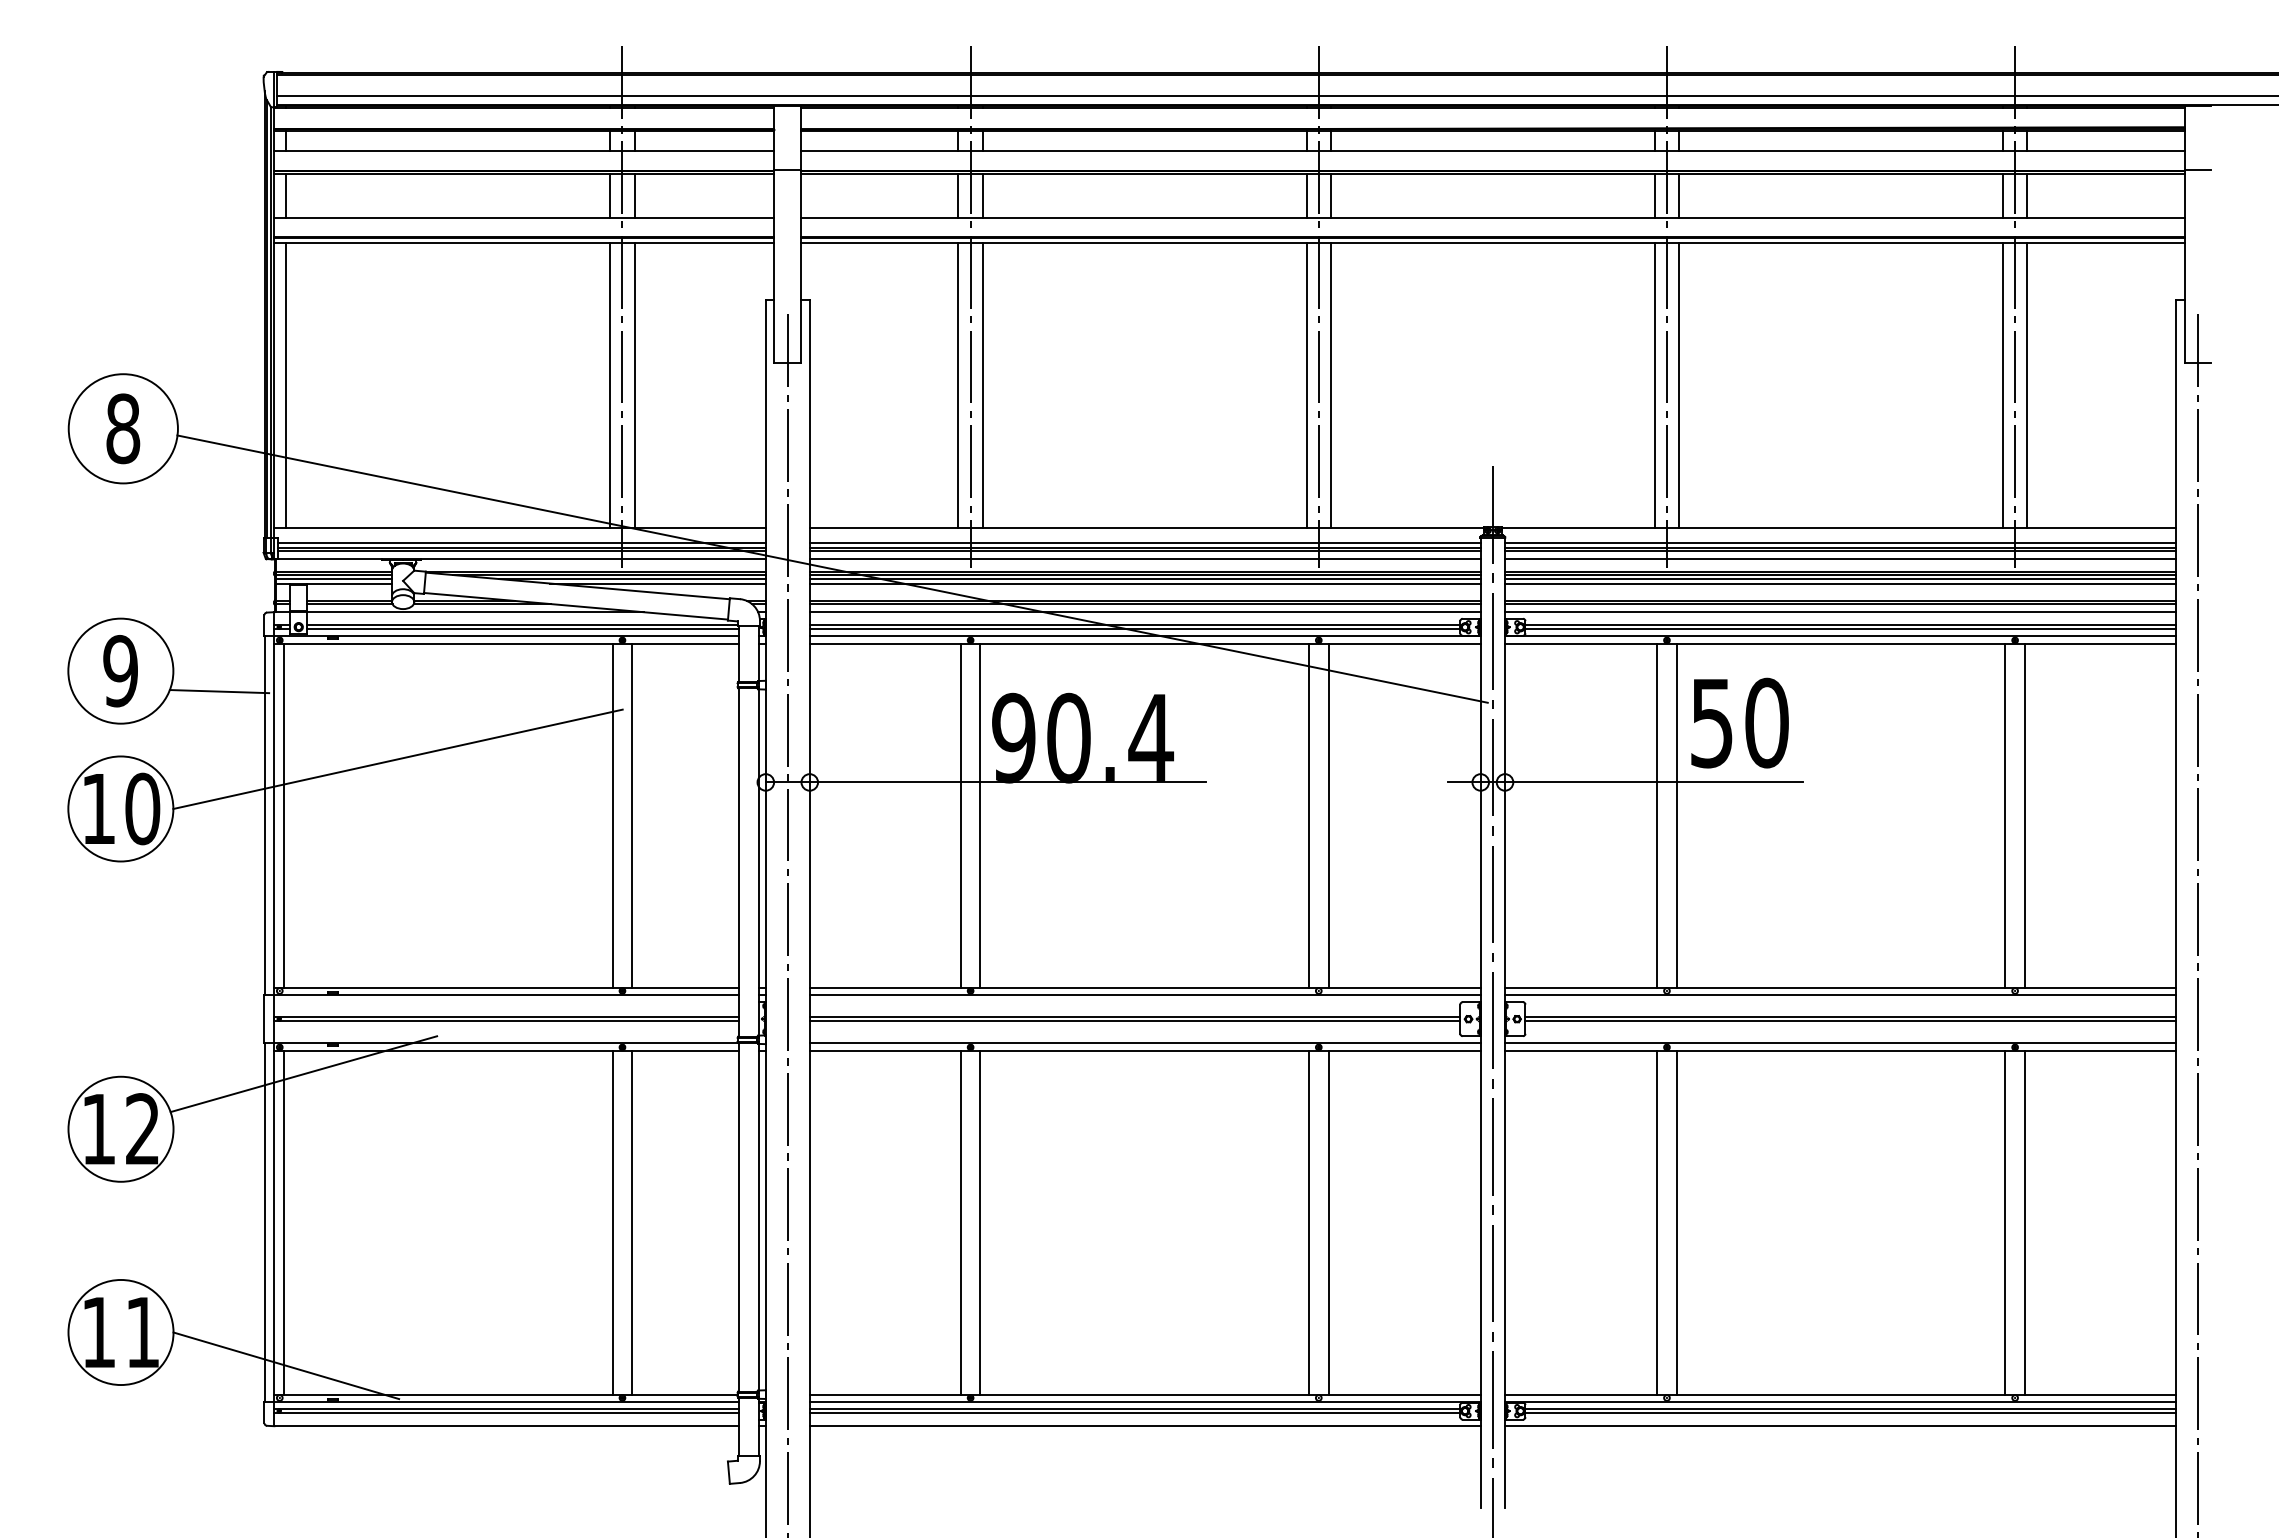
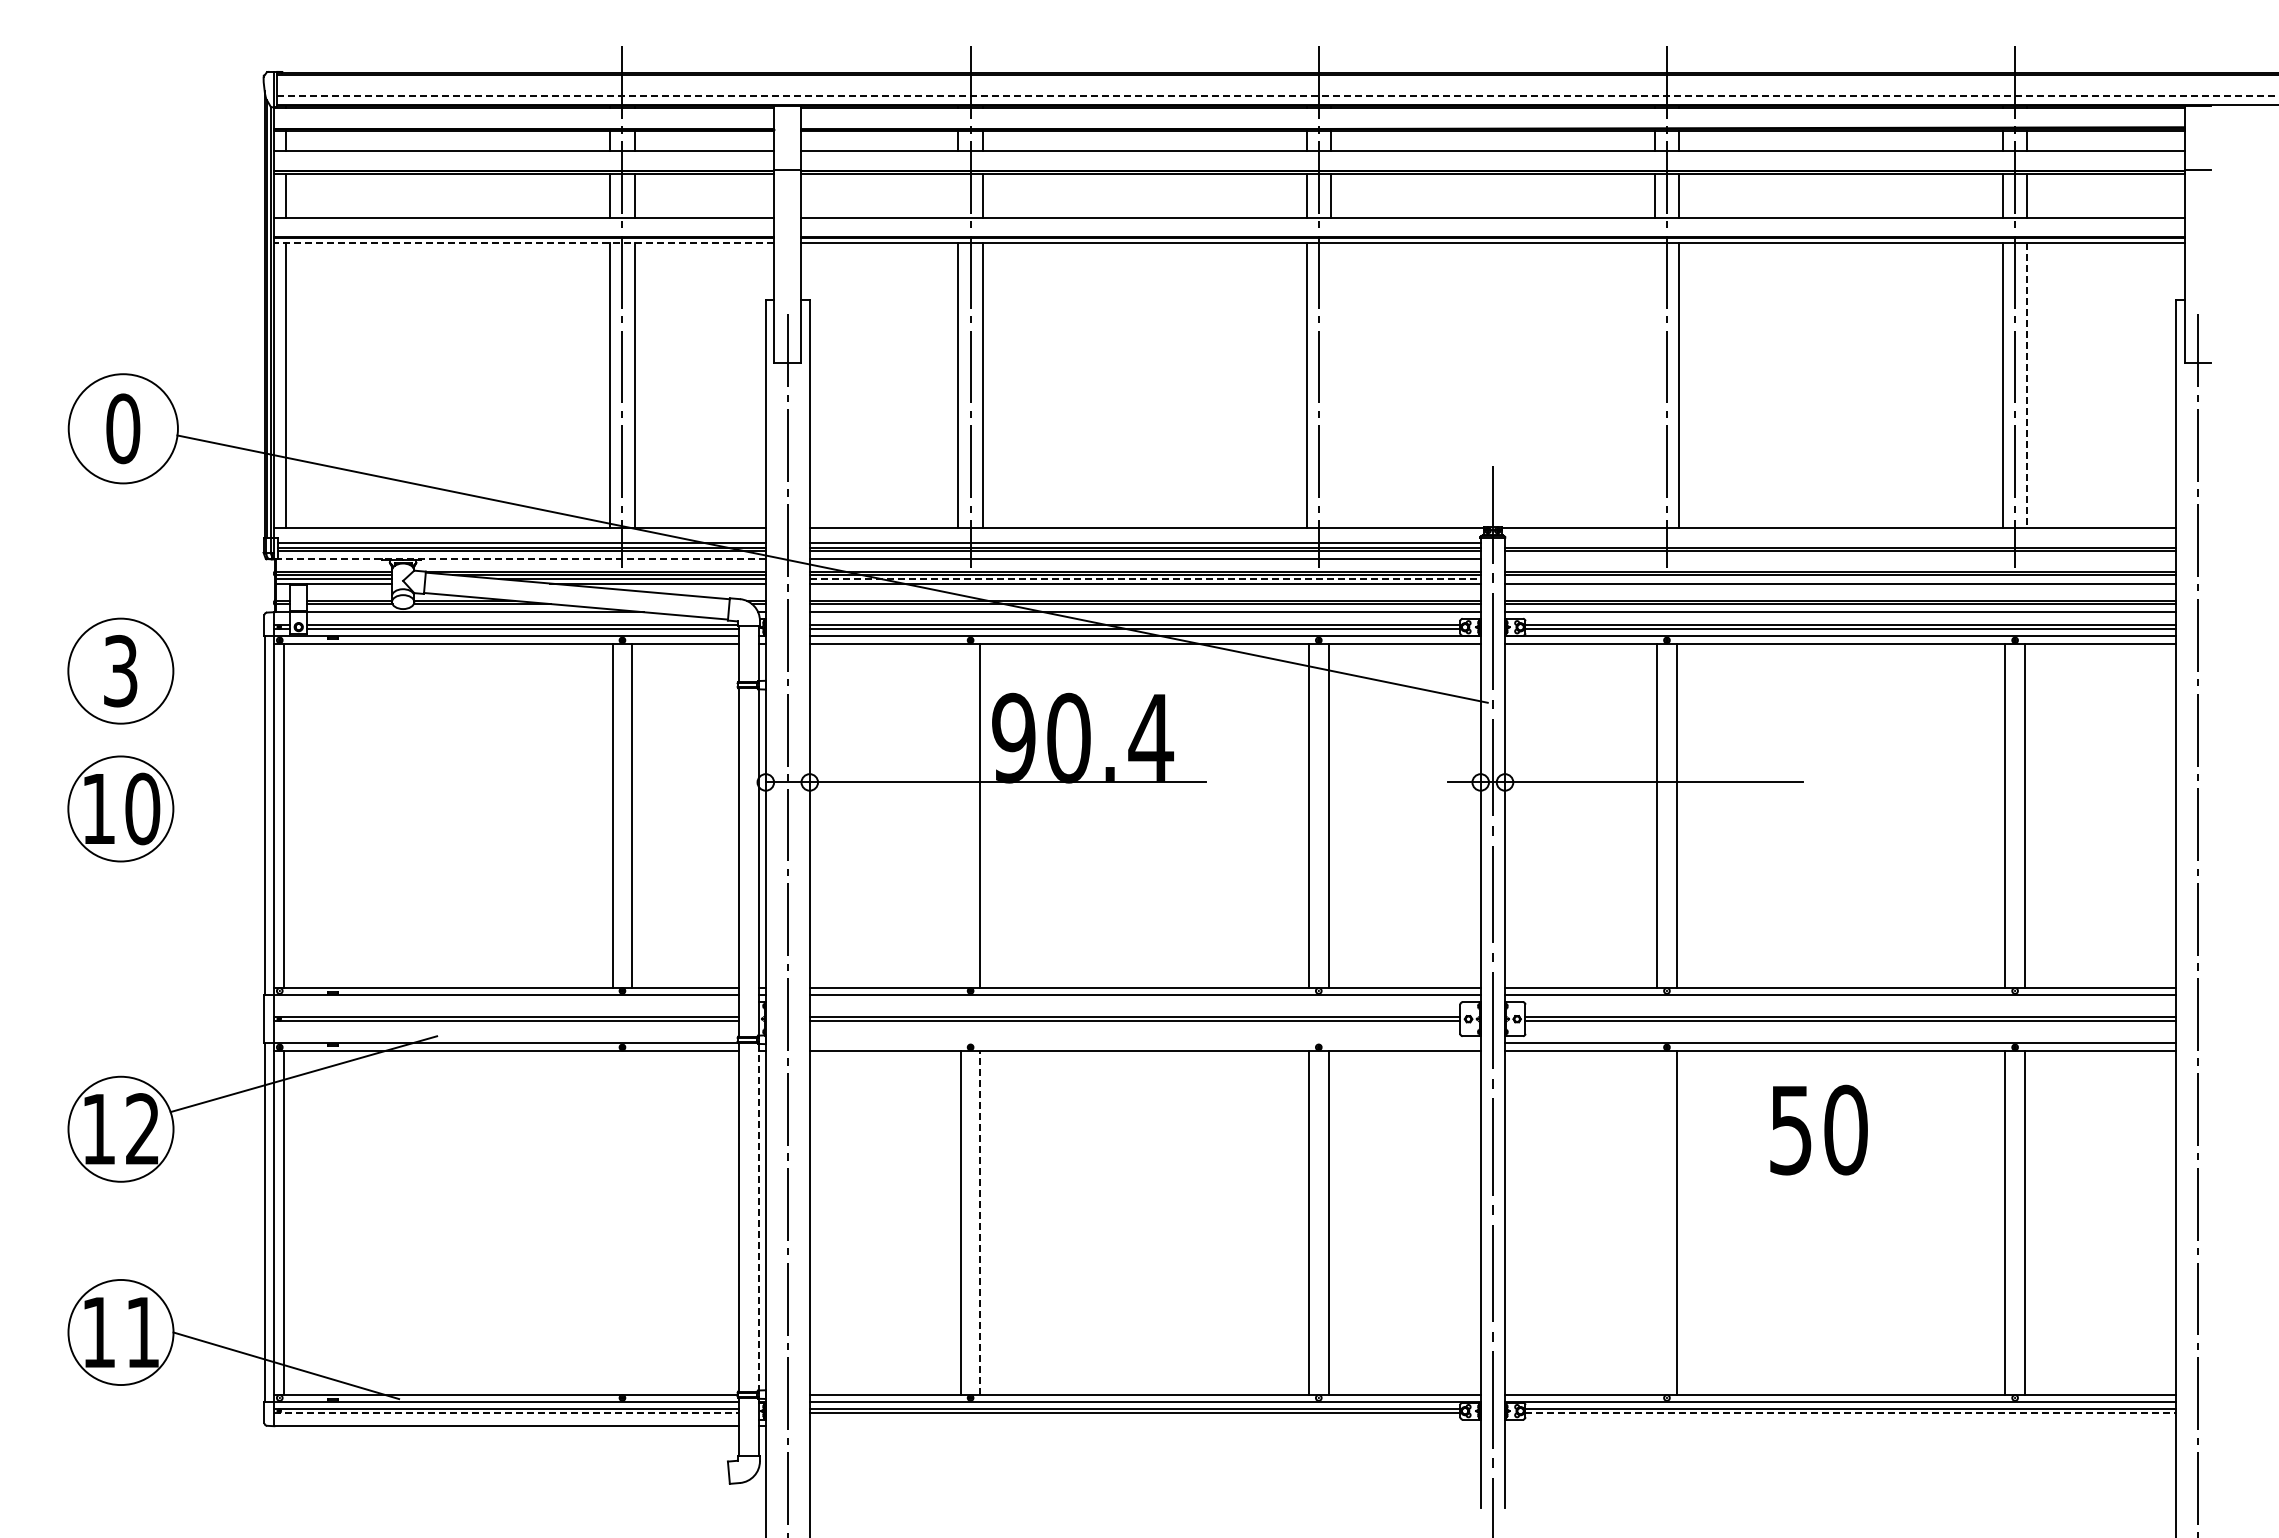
line at (1278, 96): solid -> dashed
line at (958, 196): present -> none
line at (523, 242): solid -> dashed
line at (1330, 384): present -> none
line at (1654, 384): present -> none
line at (2027, 385): solid -> dashed
text at (123, 428): 8 -> 0
line at (1840, 542): present -> none
line at (521, 558): solid -> dashed
line at (1840, 558): present -> none
line at (1145, 579): solid -> dashed
line at (1840, 579): present -> none
text at (120, 671): 9 -> 3
line at (219, 691): present -> none
text at (1739, 722) position: (1739, 722) -> (1818, 1129)
line at (397, 758): present -> none
line at (960, 815): present -> none
line at (1144, 1043): present -> none
line at (759, 1217): solid -> dashed
line at (612, 1222): present -> none
line at (632, 1222): present -> none
line at (980, 1222): solid -> dashed
line at (1657, 1222): present -> none
line at (507, 1413): solid -> dashed
line at (1851, 1413): solid -> dashed
line at (1144, 1425): present -> none
line at (1840, 1425): present -> none
